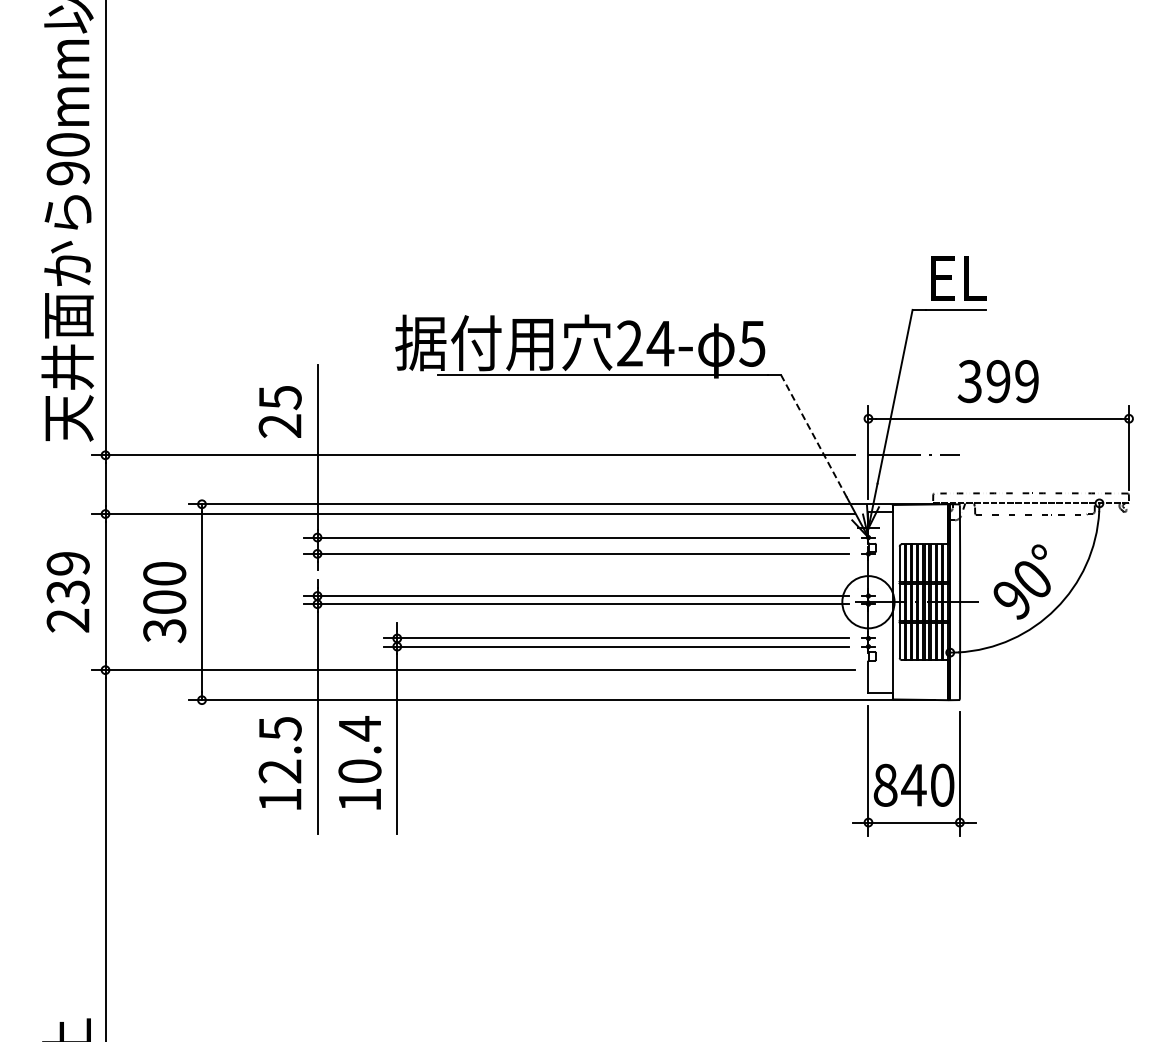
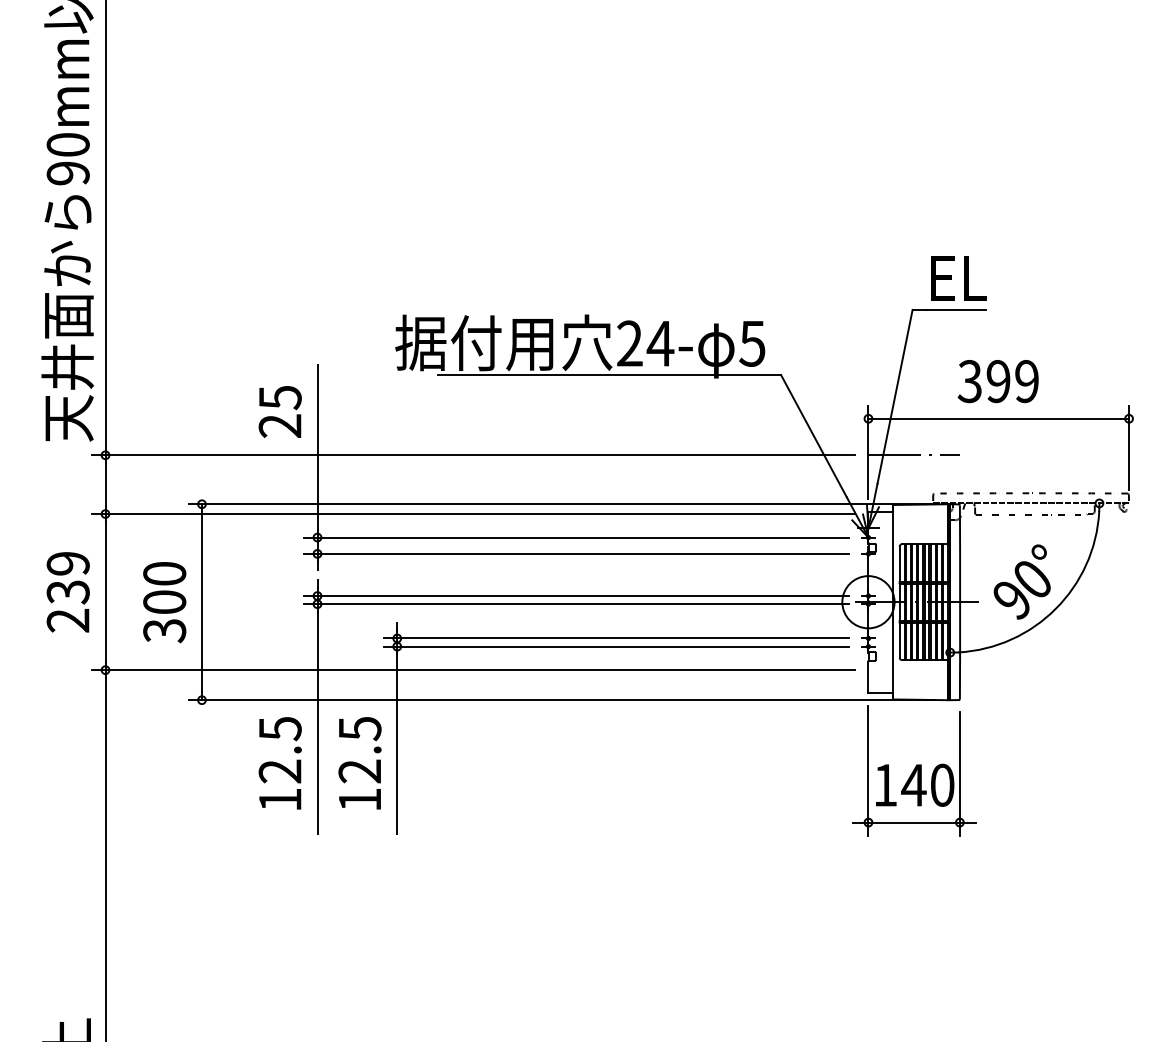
line at (813, 435): dashed -> solid
text at (359, 749): 10.4 -> 12.5
text at (885, 784): 840 -> 140
